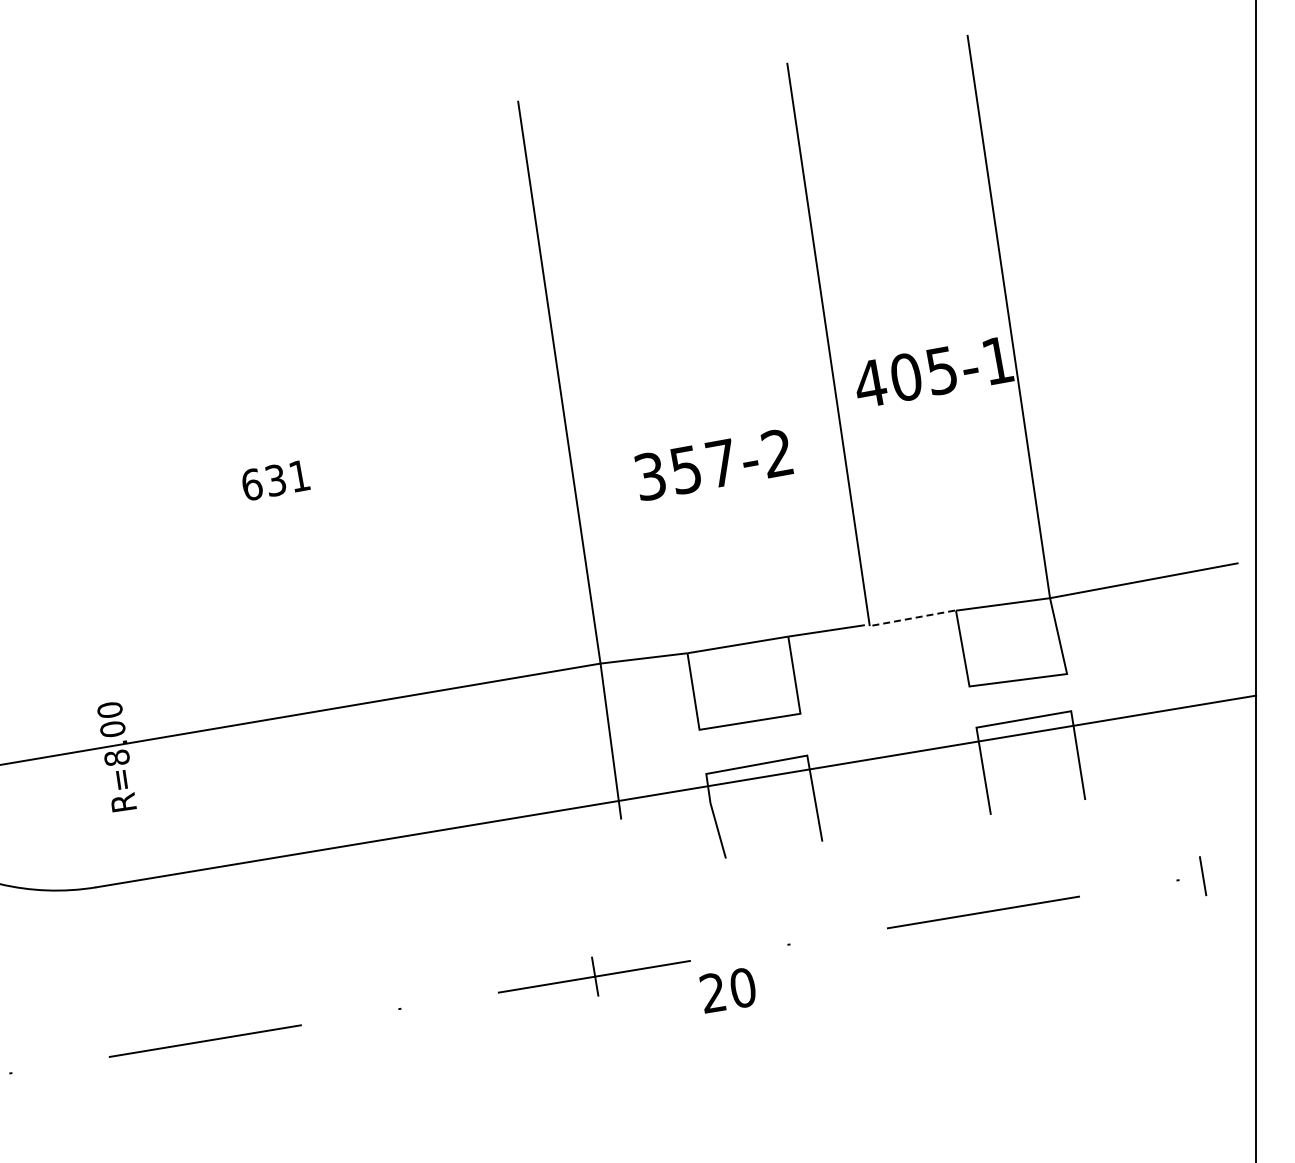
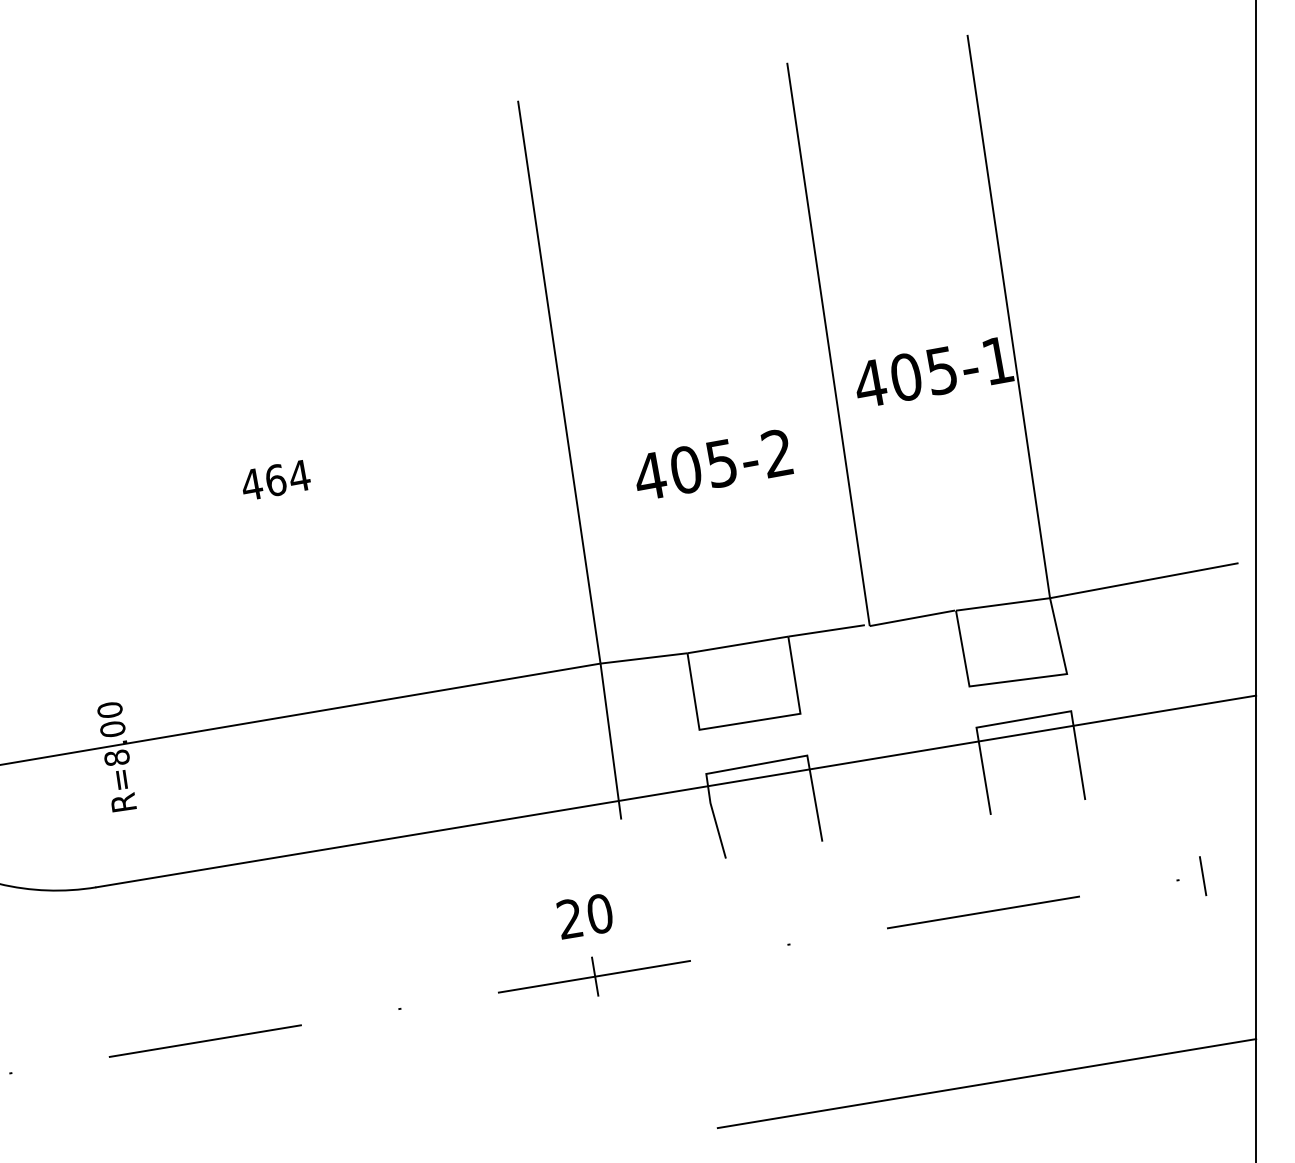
text at (685, 469): 357-2 -> 405-2
text at (276, 480): 631 -> 464
line at (911, 618): dashed -> solid
text at (727, 990) position: (727, 990) -> (584, 916)
line at (986, 1083): none -> present
